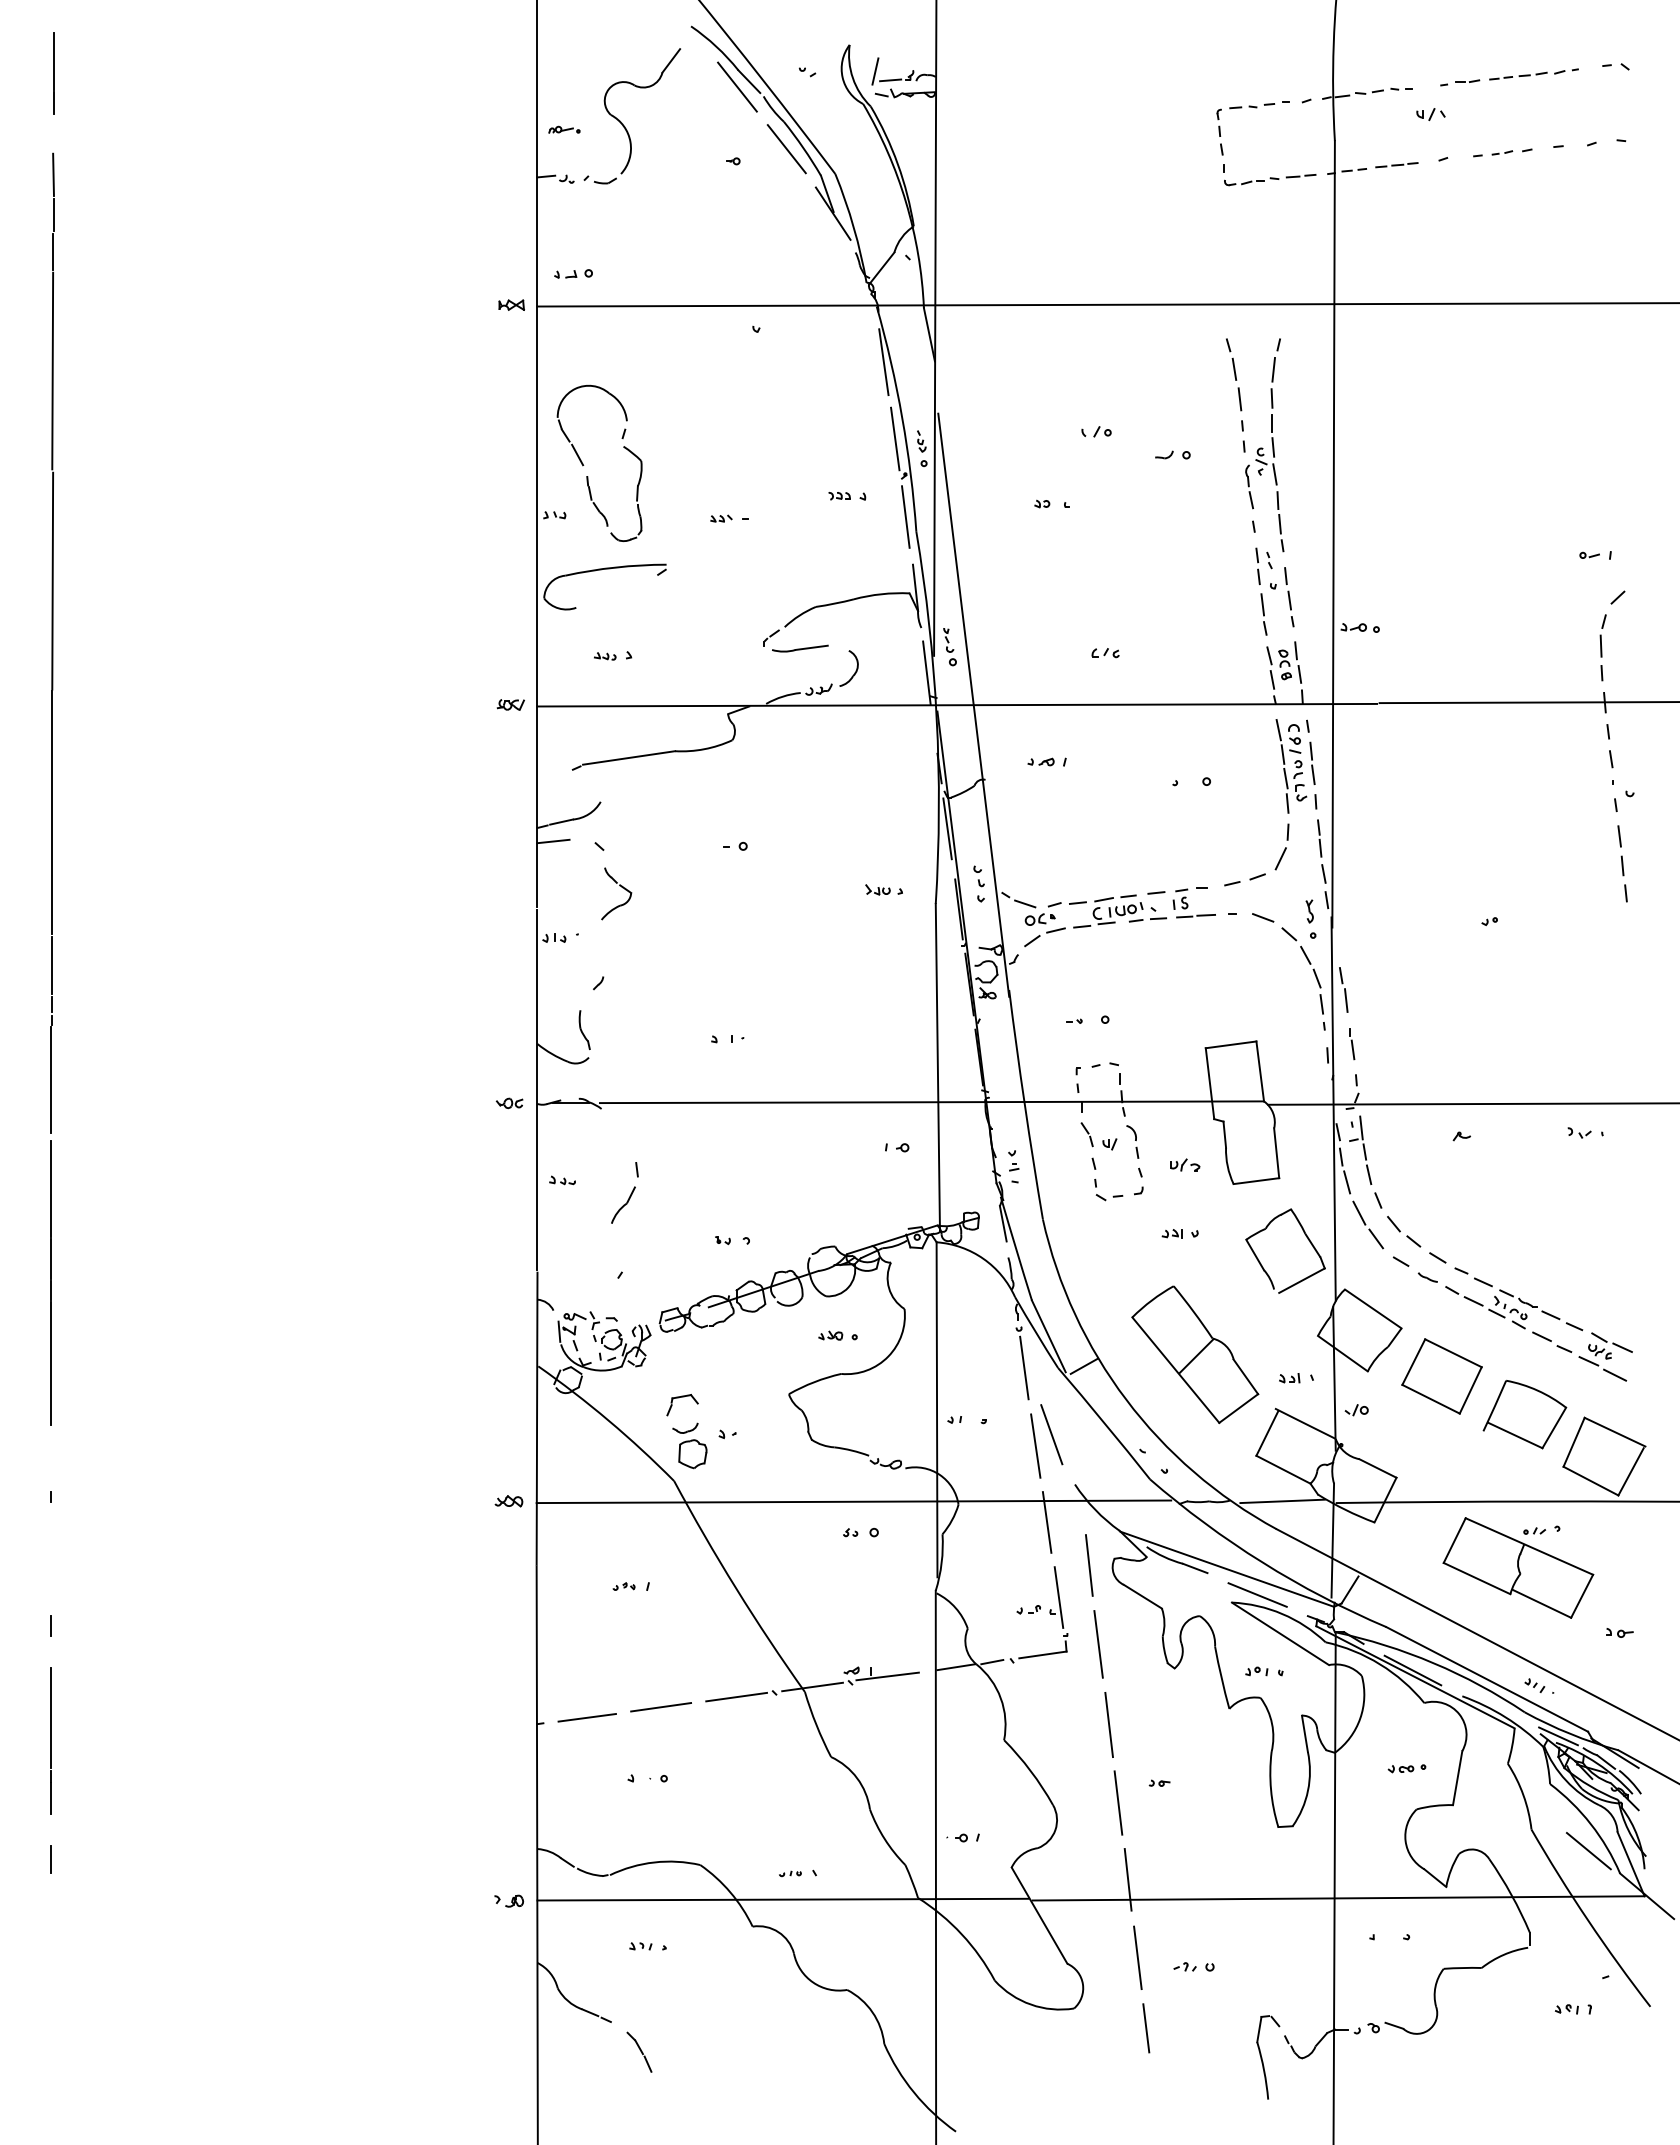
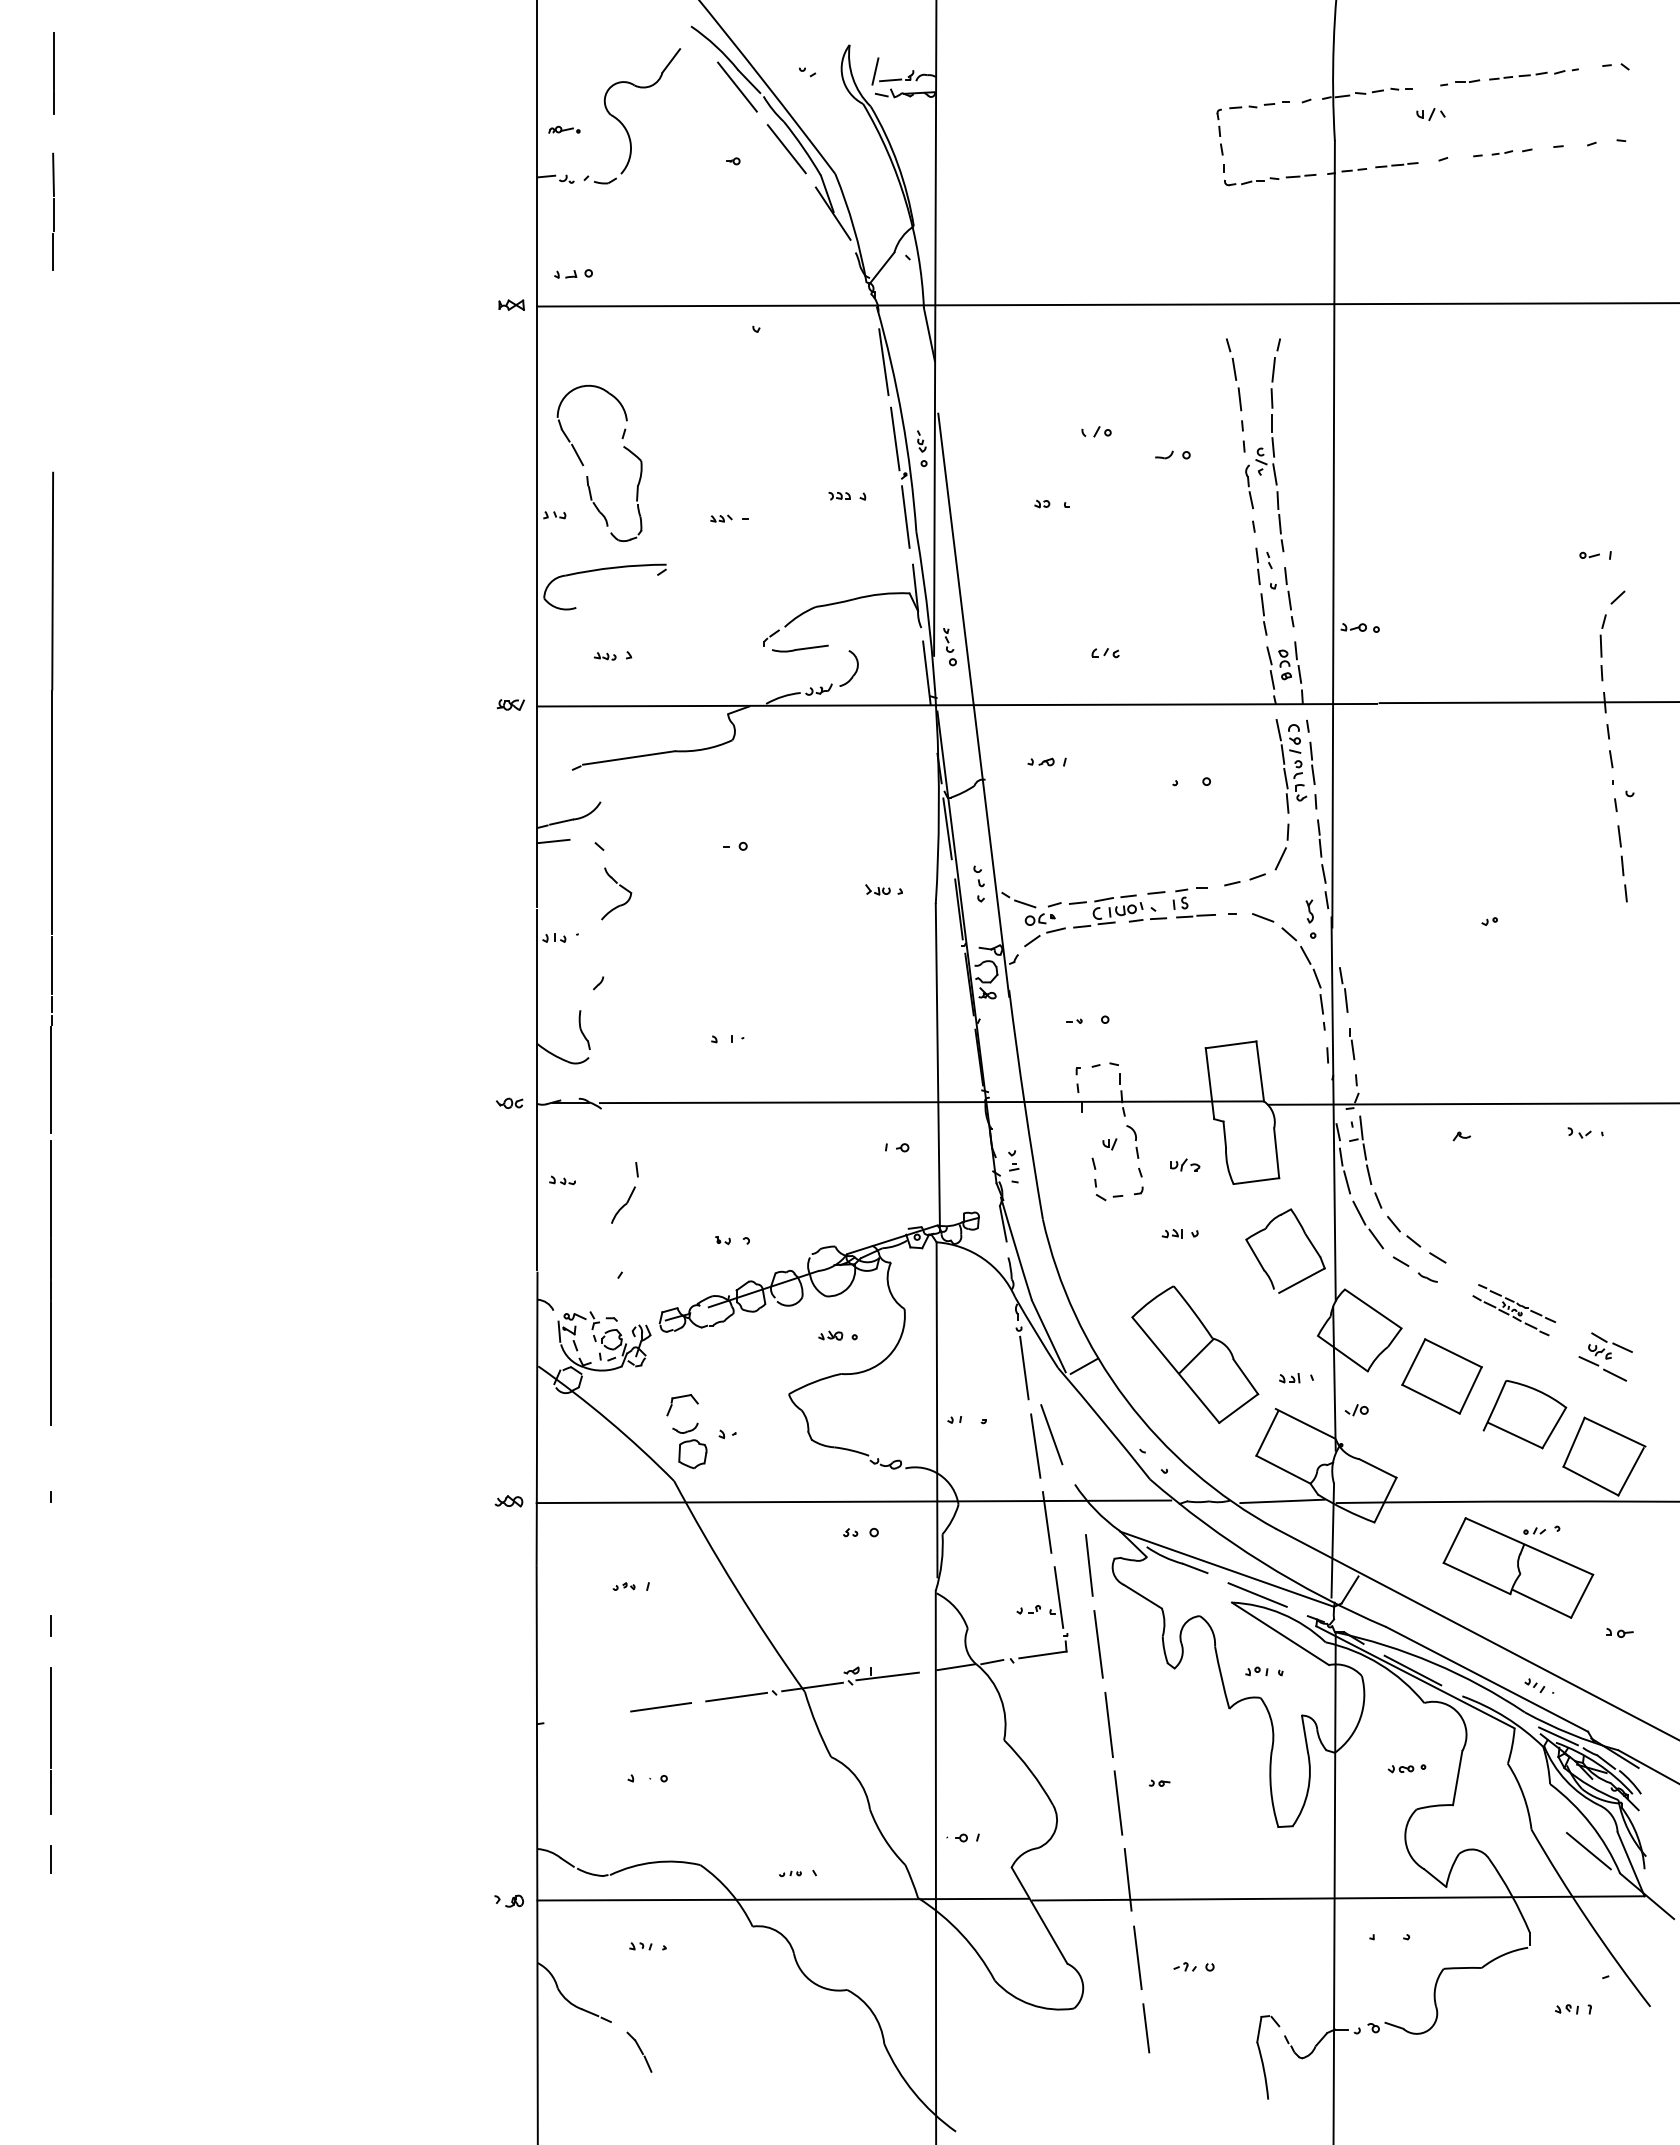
line at (52, 370): present -> none
part at (1086, 1134): present -> none
part at (1514, 1309) size: 139x86 px -> 85x53 px
line at (586, 1717): present -> none
